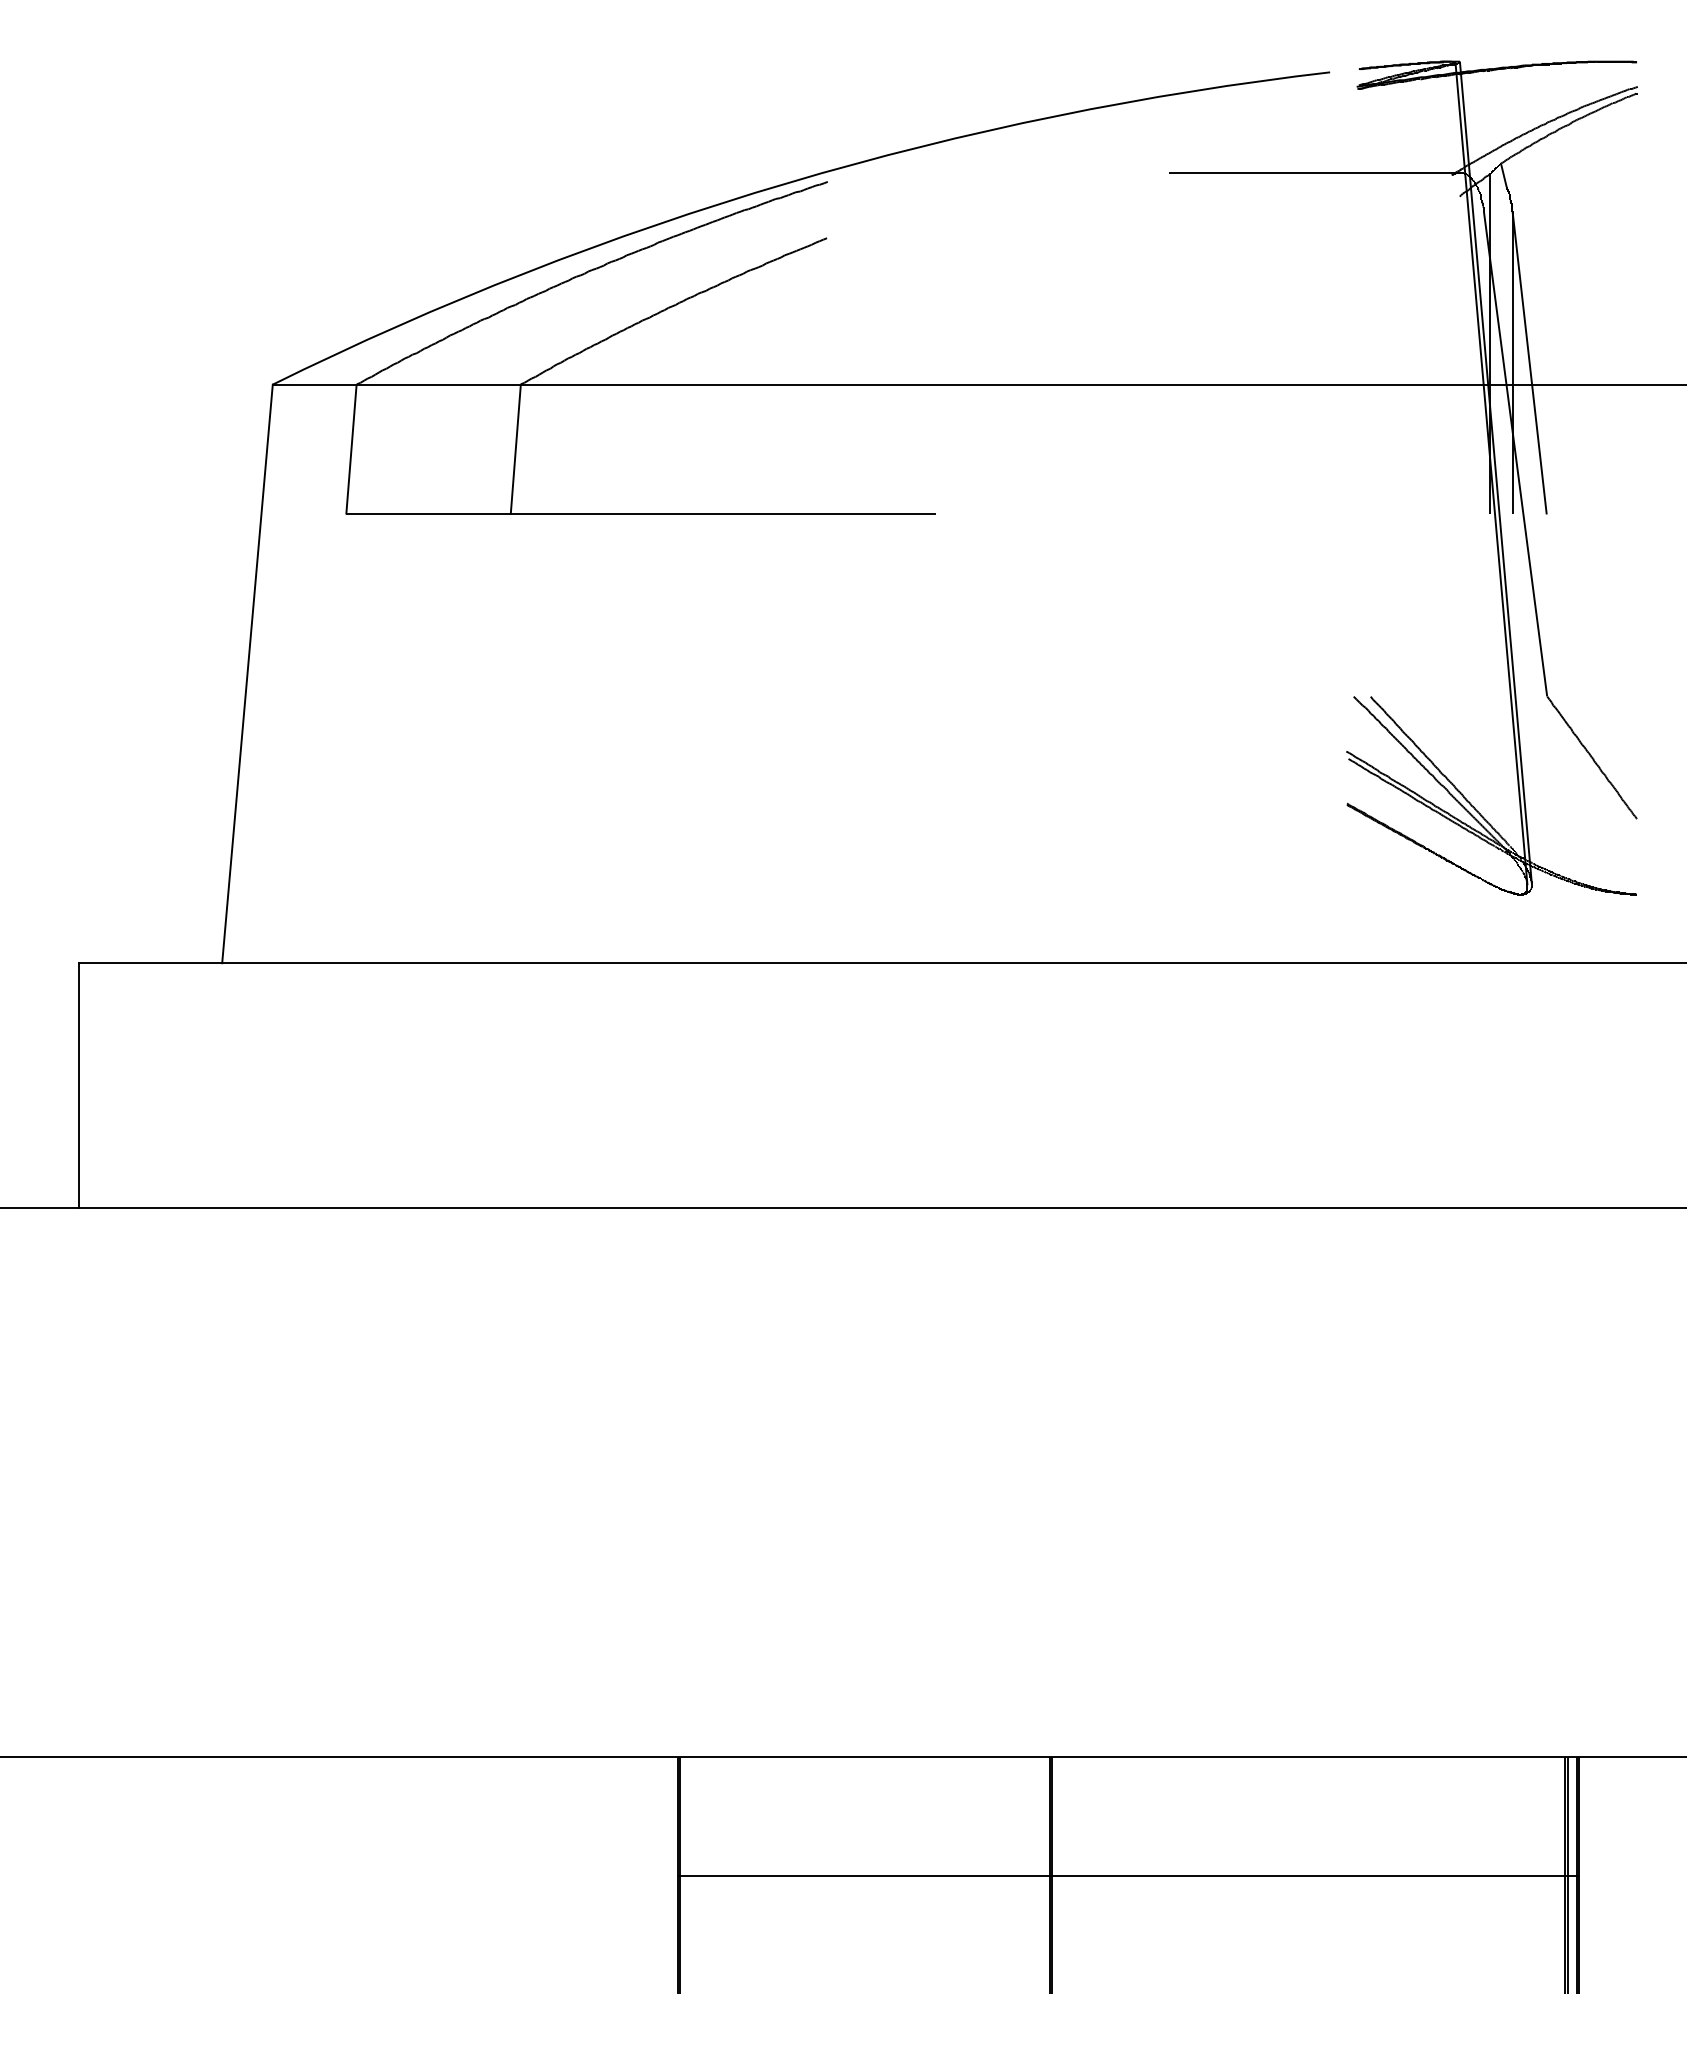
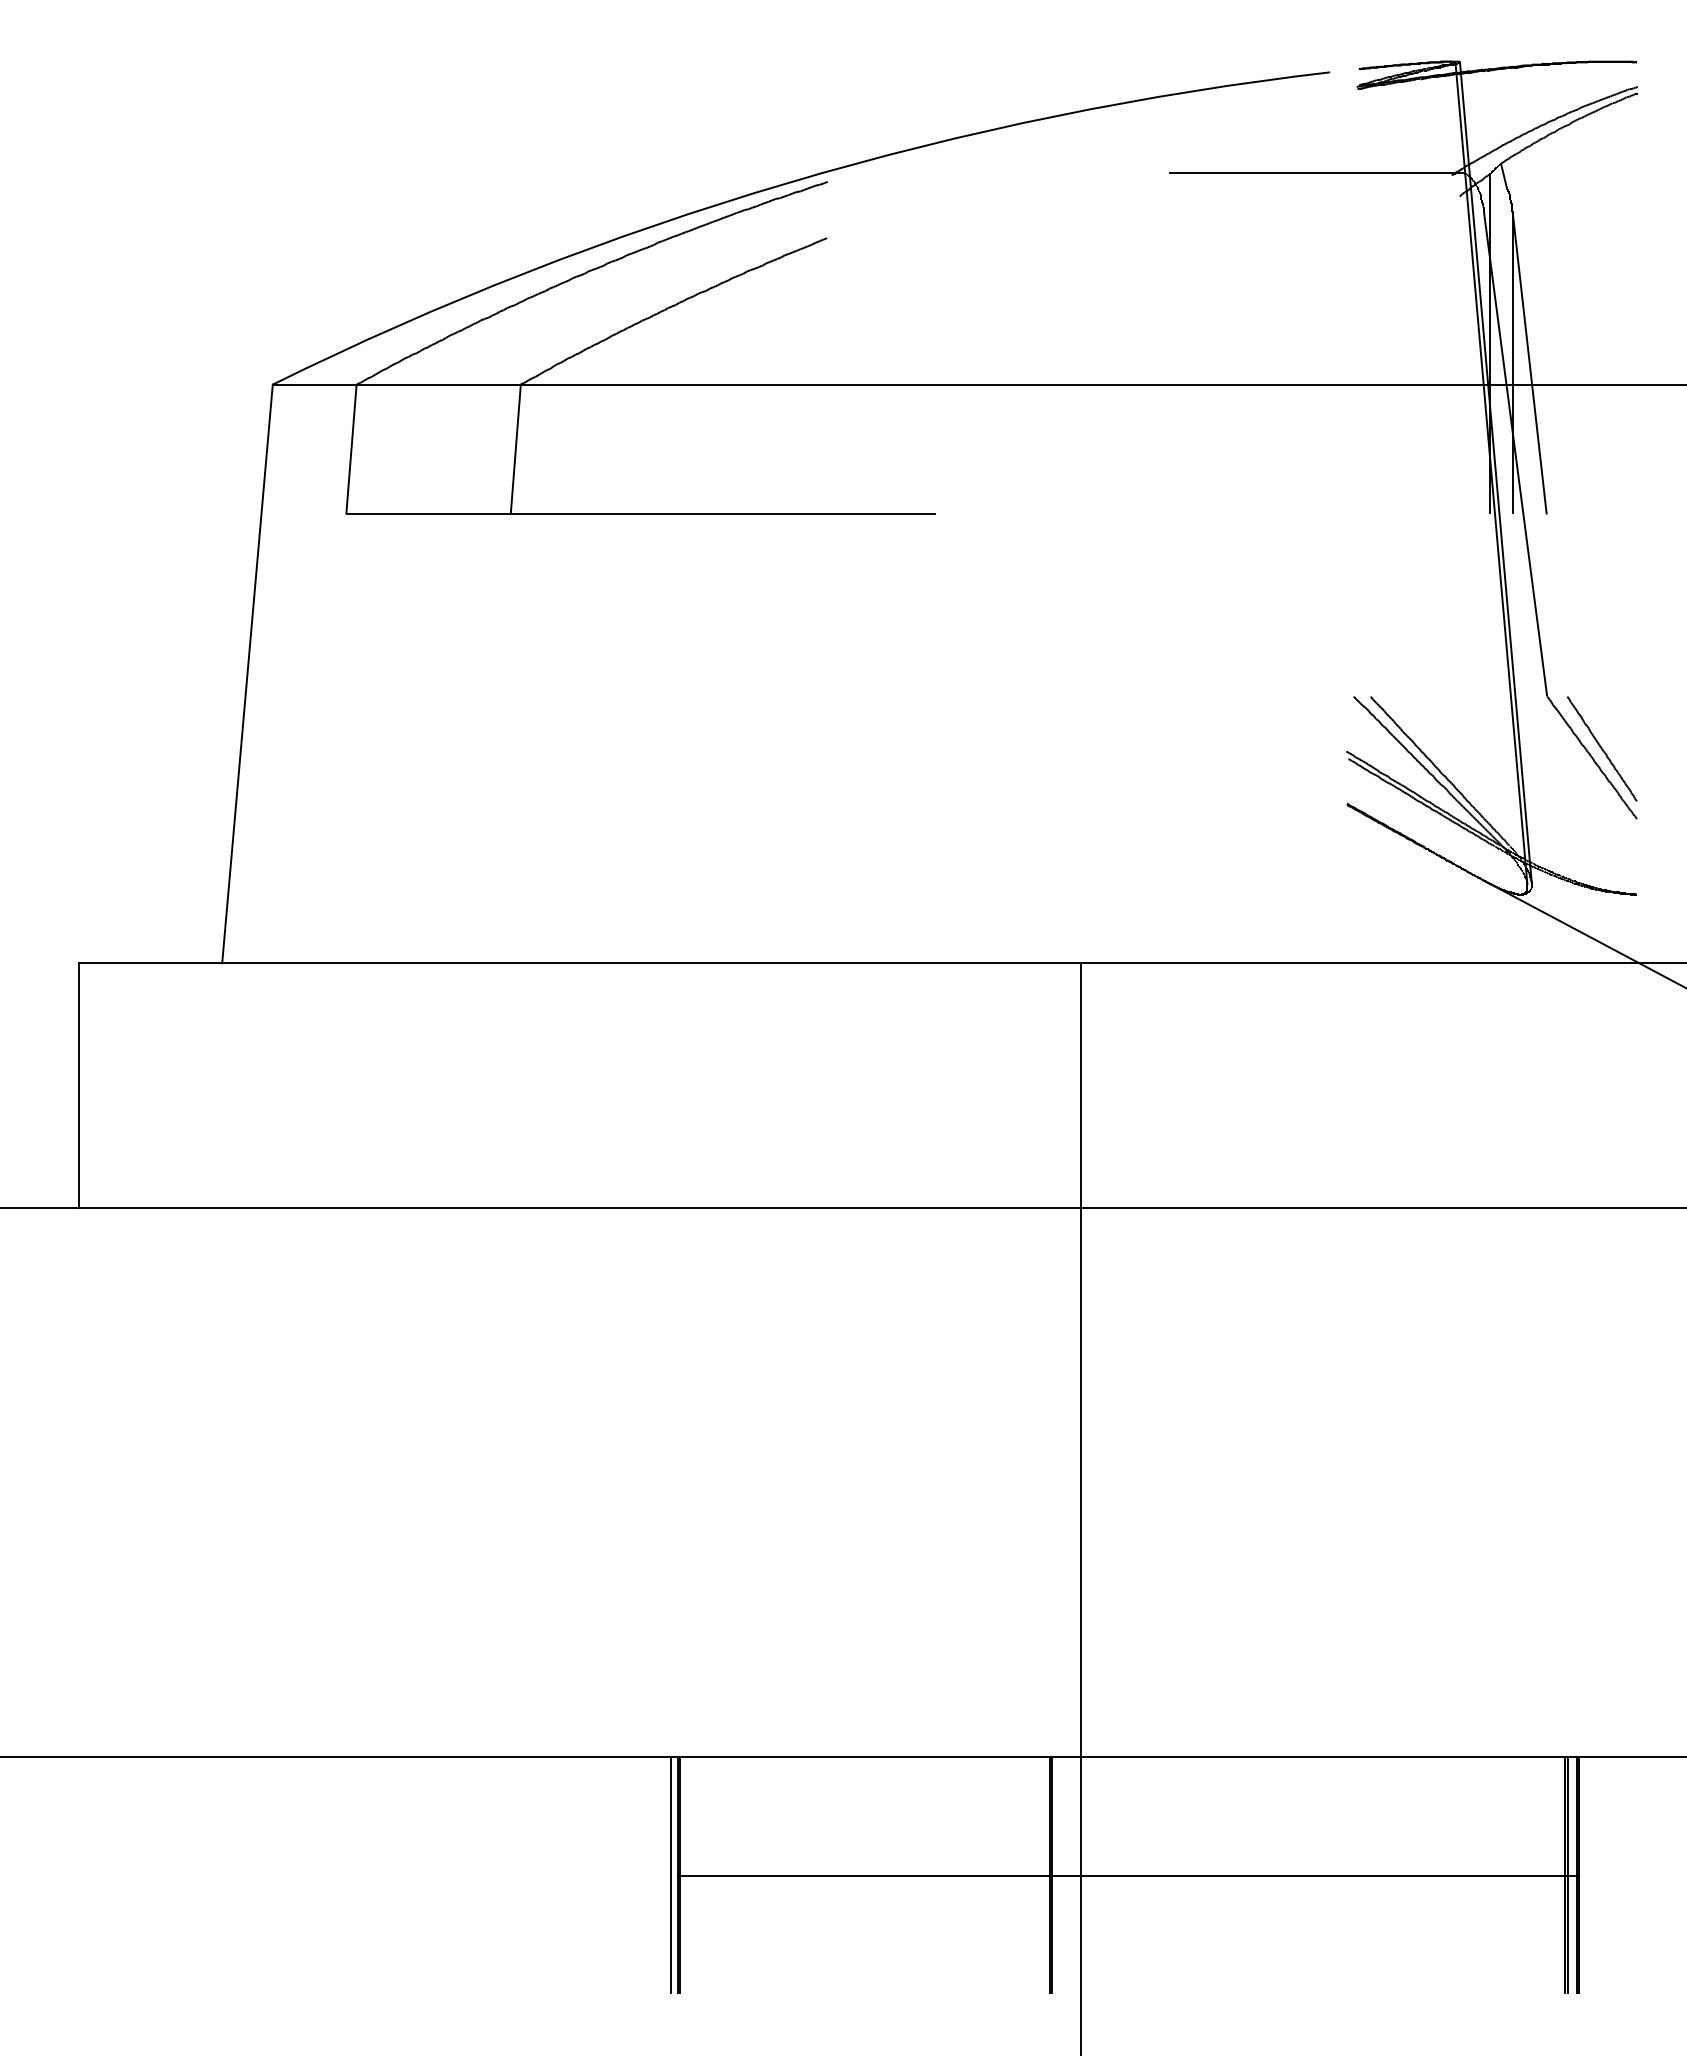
line at (1601, 748): none -> present
line at (1580, 931): none -> present
line at (1080, 1507): none -> present
line at (670, 1875): none -> present
